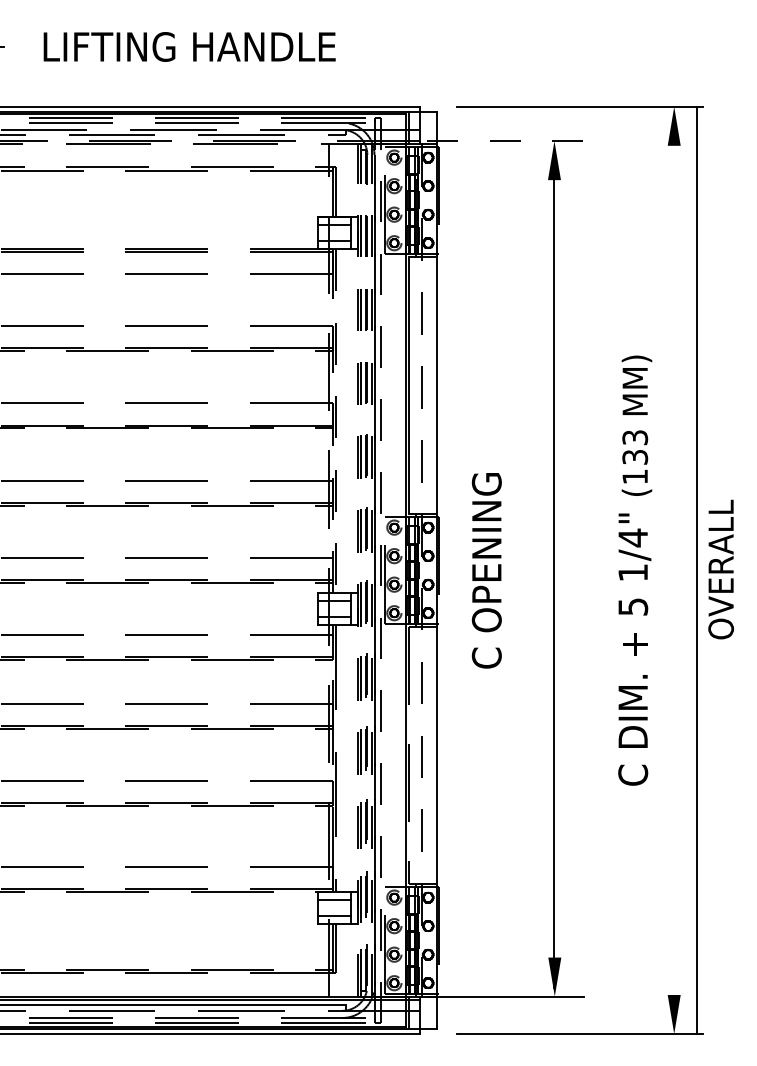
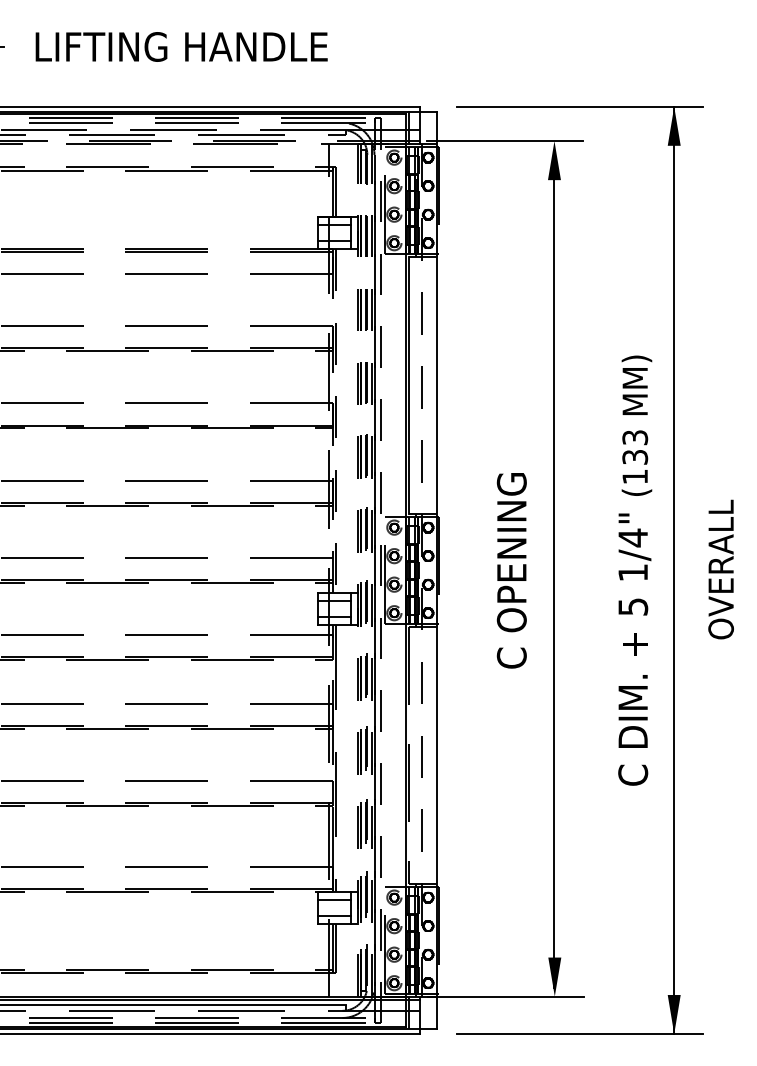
text at (189, 46) position: (189, 46) -> (181, 46)
line at (505, 141): dashed -> solid
text at (486, 570) position: (486, 570) -> (511, 570)
line at (697, 570) position: (697, 570) -> (674, 570)
